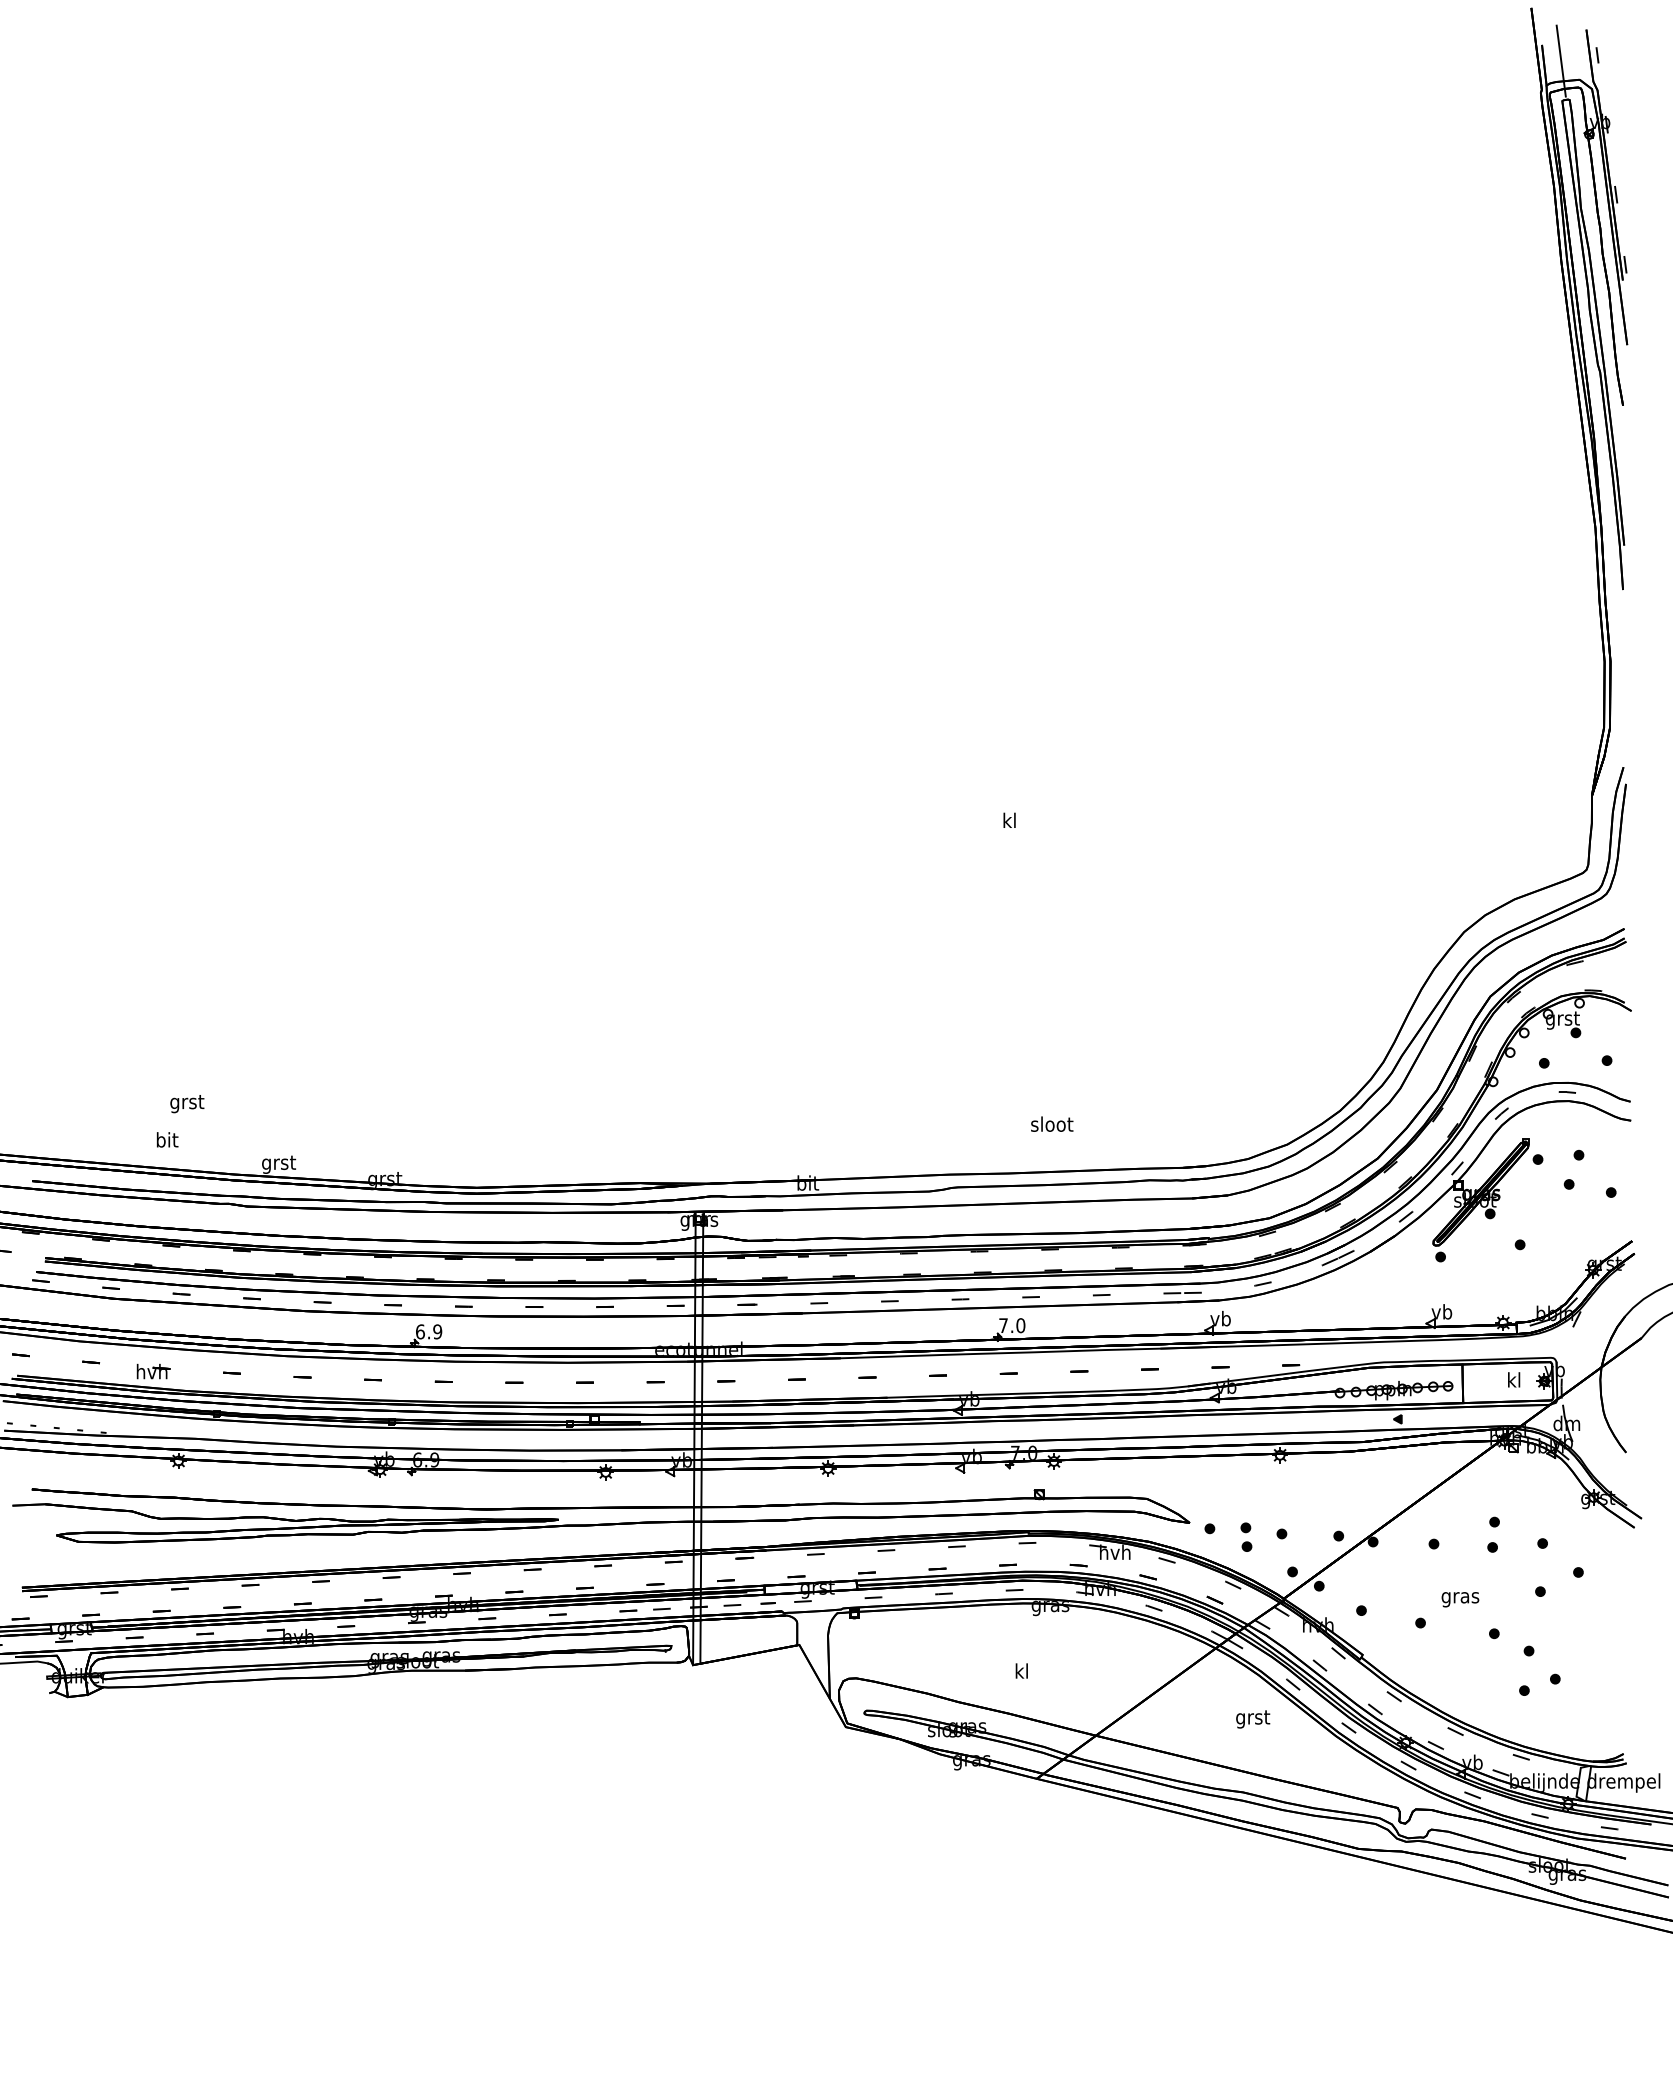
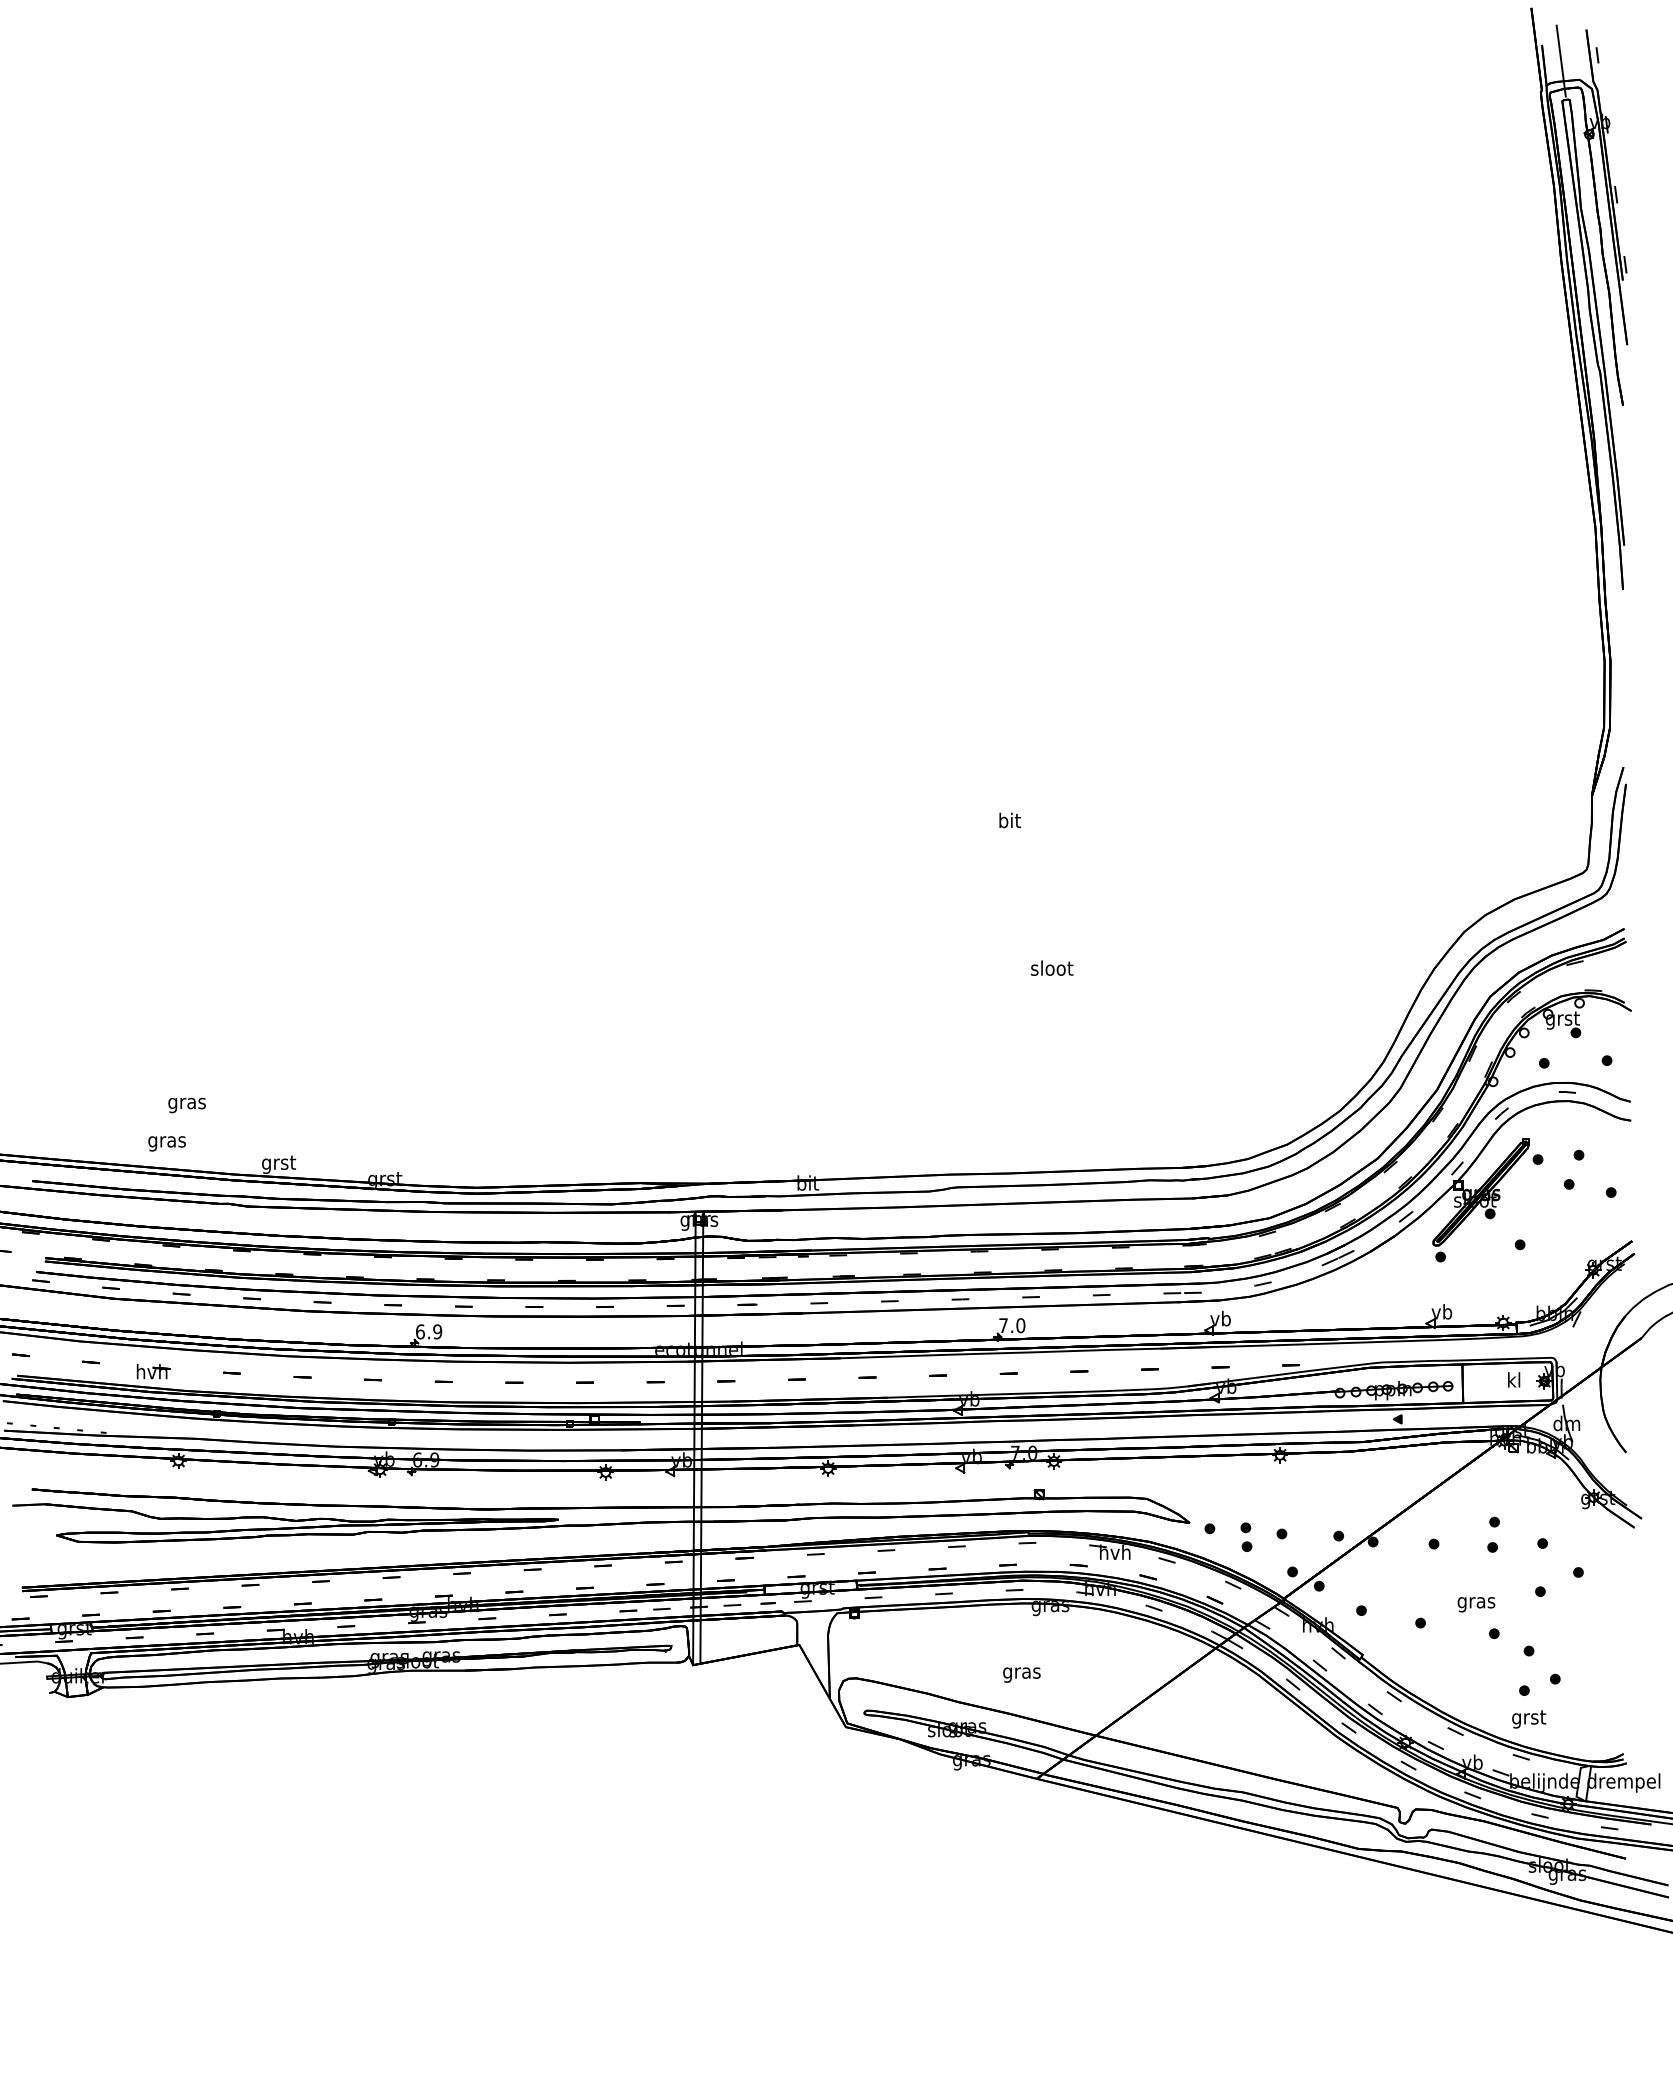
text at (1010, 820): kl -> bit
text at (186, 1104): grst -> gras
text at (1052, 1123) position: (1052, 1123) -> (1052, 967)
text at (166, 1141): bit -> gras
text at (1460, 1599) position: (1460, 1599) -> (1476, 1604)
text at (1021, 1672): kl -> gras
text at (1253, 1719) position: (1253, 1719) -> (1529, 1719)
